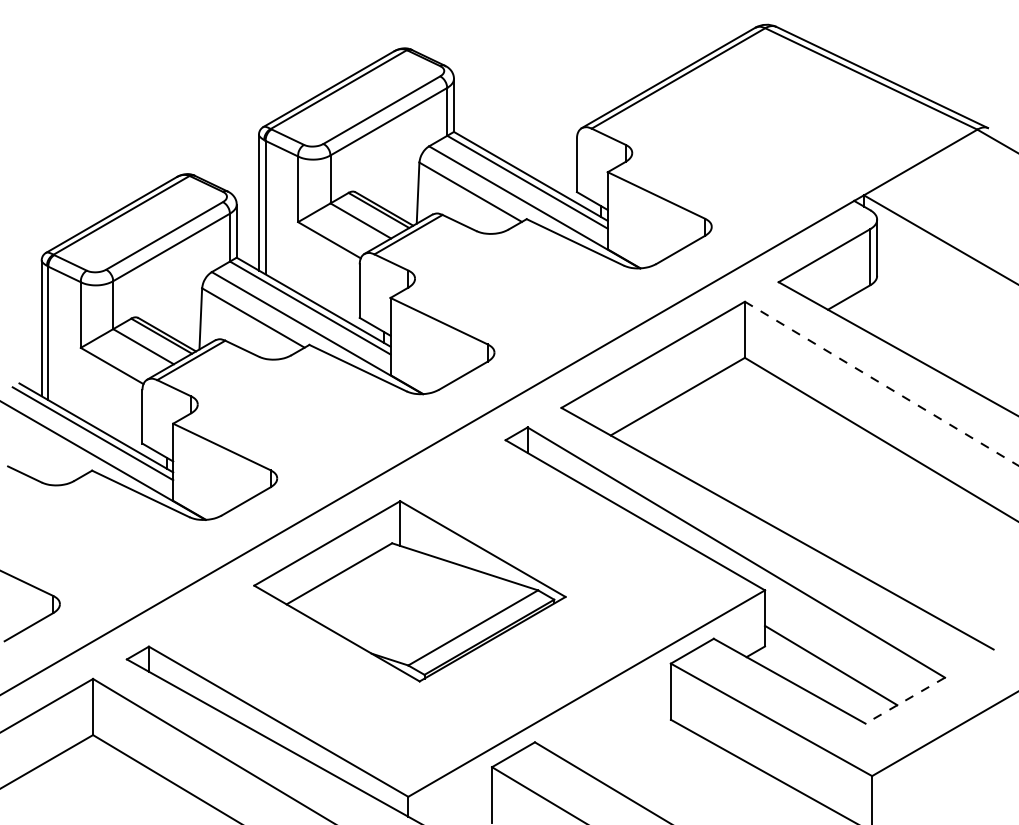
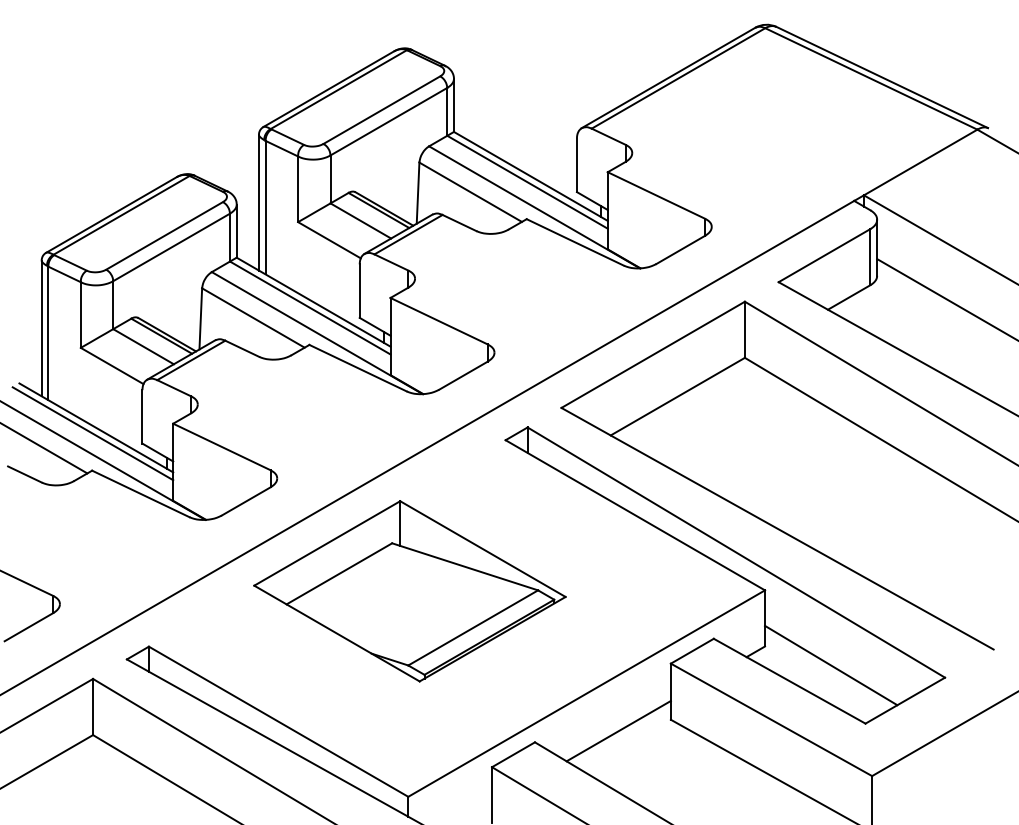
line at (946, 299): none -> present
line at (882, 383): dashed -> solid
line at (44, 448): none -> present
line at (905, 700): dashed -> solid
line at (618, 730): none -> present
